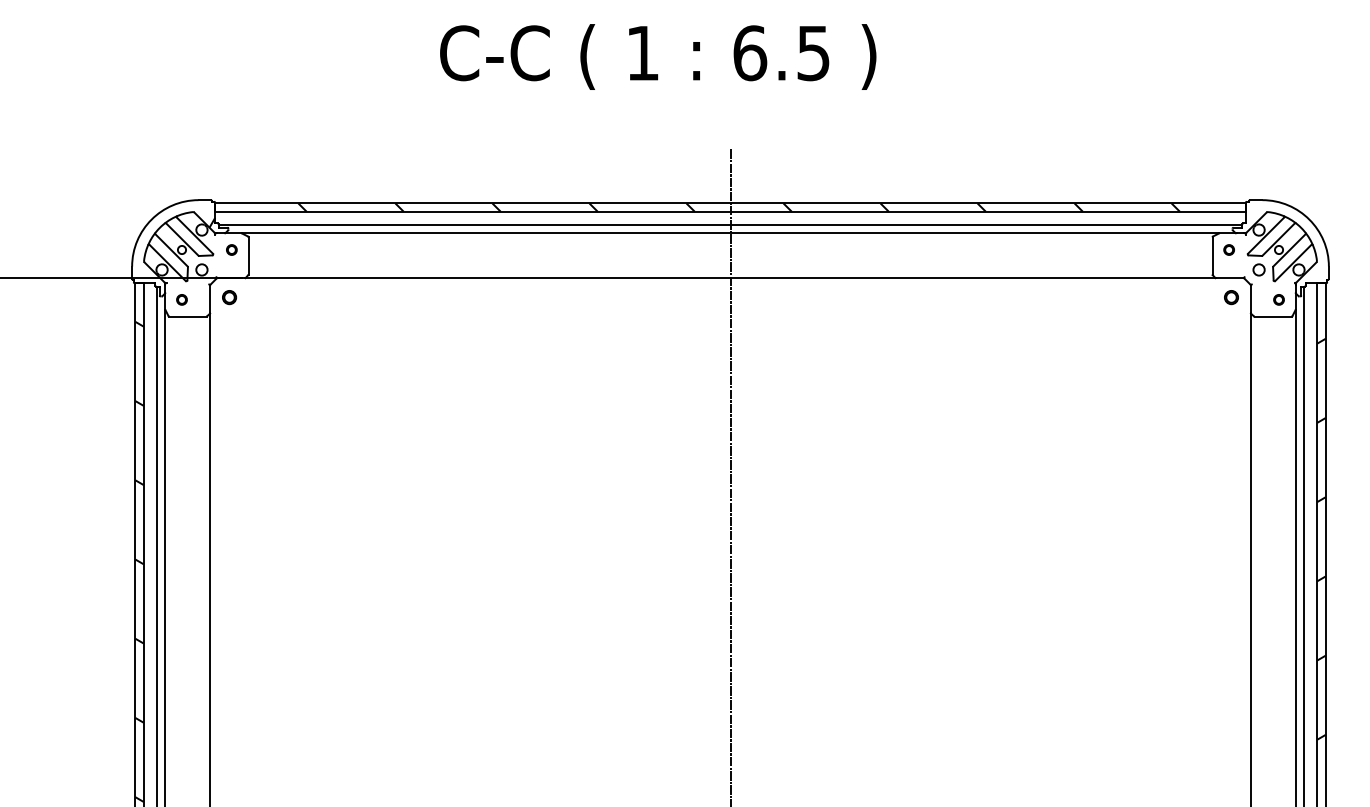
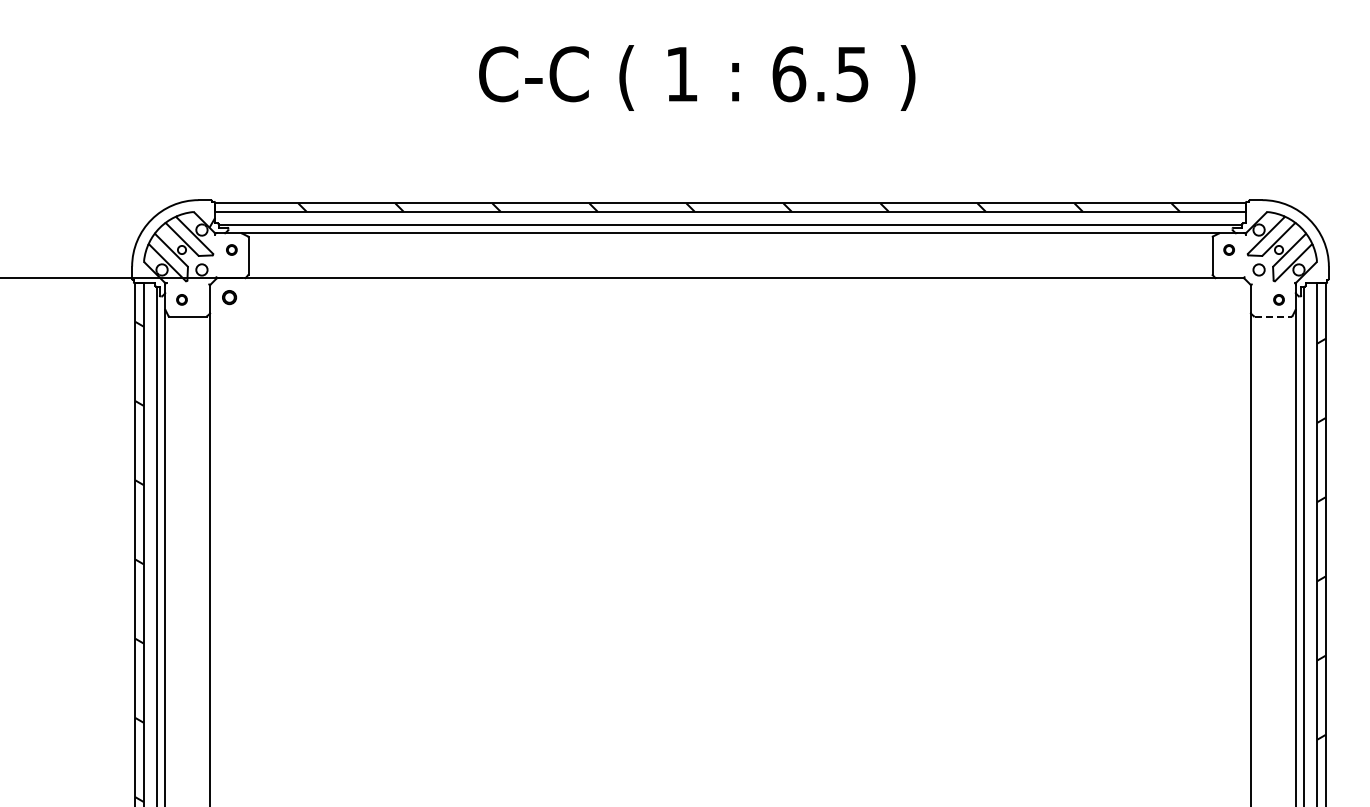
text at (658, 56) position: (658, 56) -> (697, 77)
part at (1231, 297): present -> none
line at (1273, 316): solid -> dashed
line at (730, 476): present -> none
